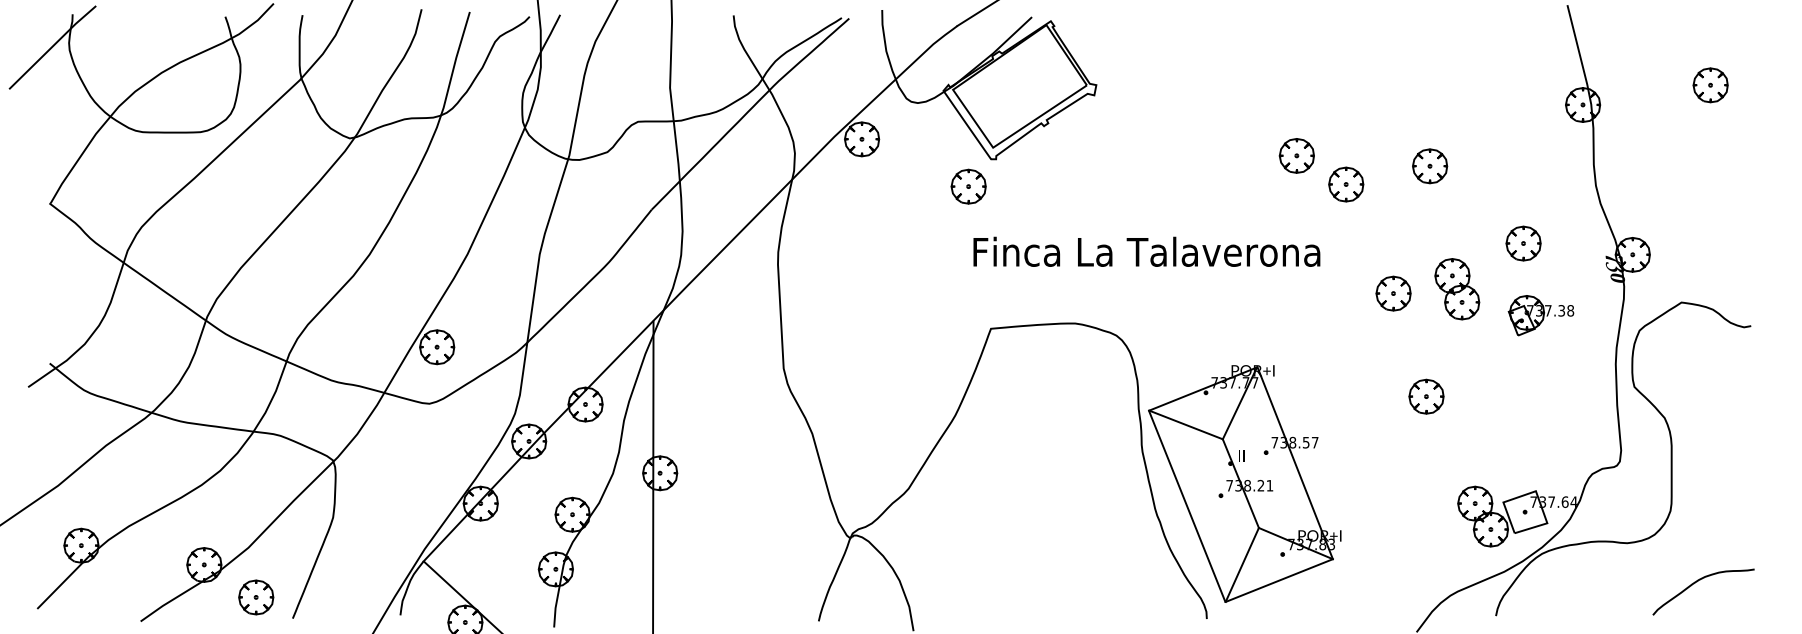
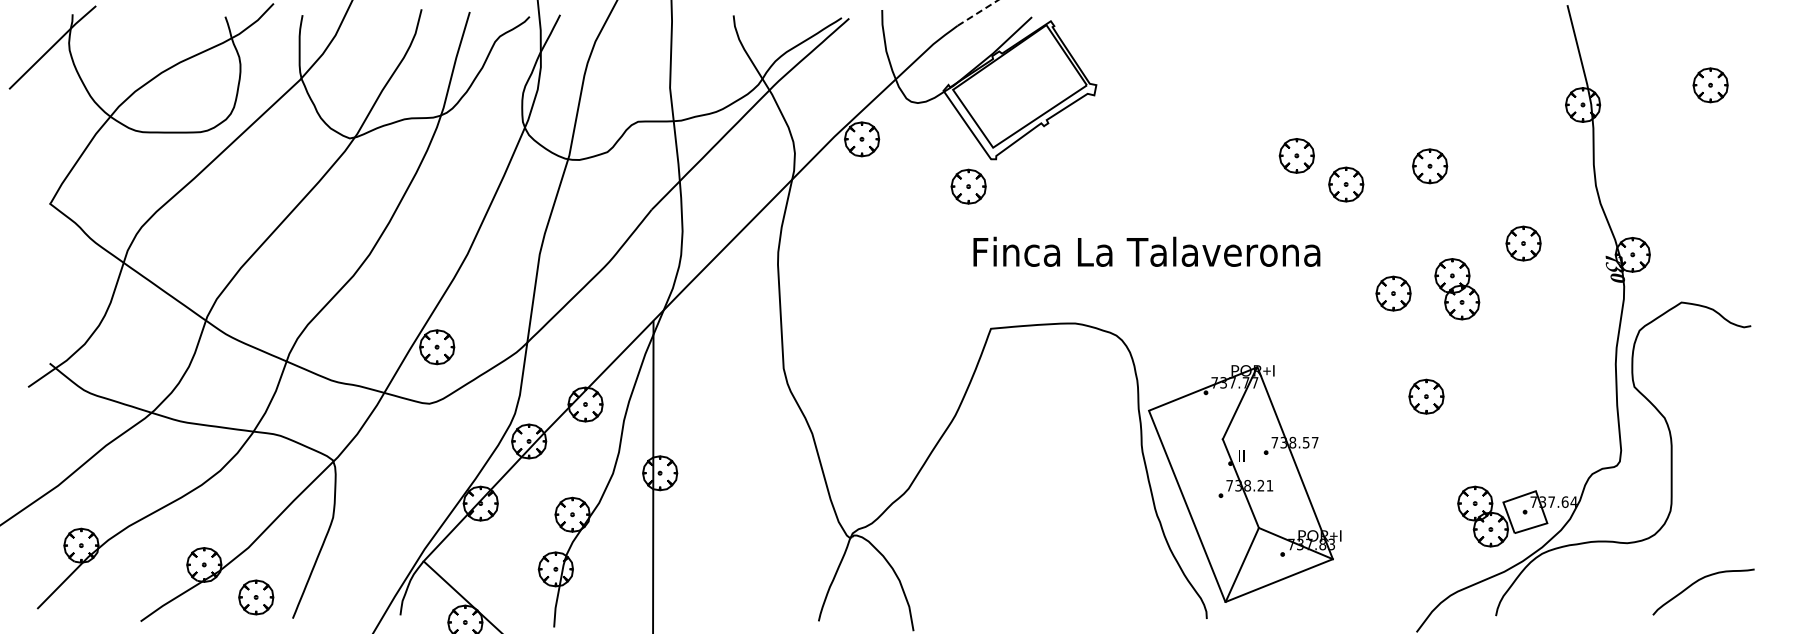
line at (977, 13): solid -> dashed
part at (1540, 315): present -> none
line at (1185, 424): present -> none
